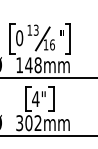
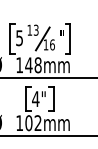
text at (19, 38): 0 -> 5
text at (19, 123): 302mm -> 102mm
